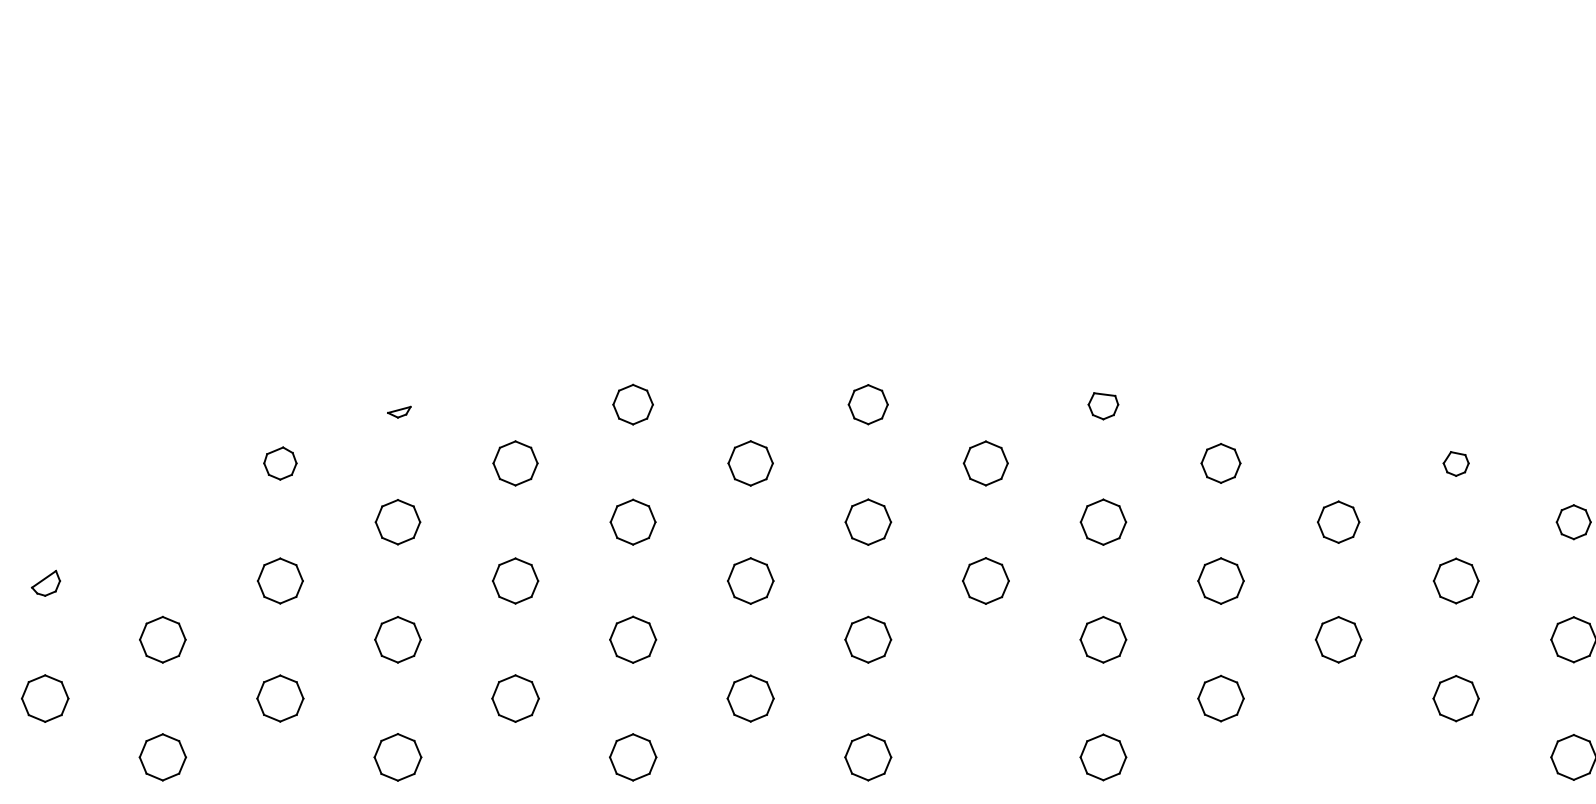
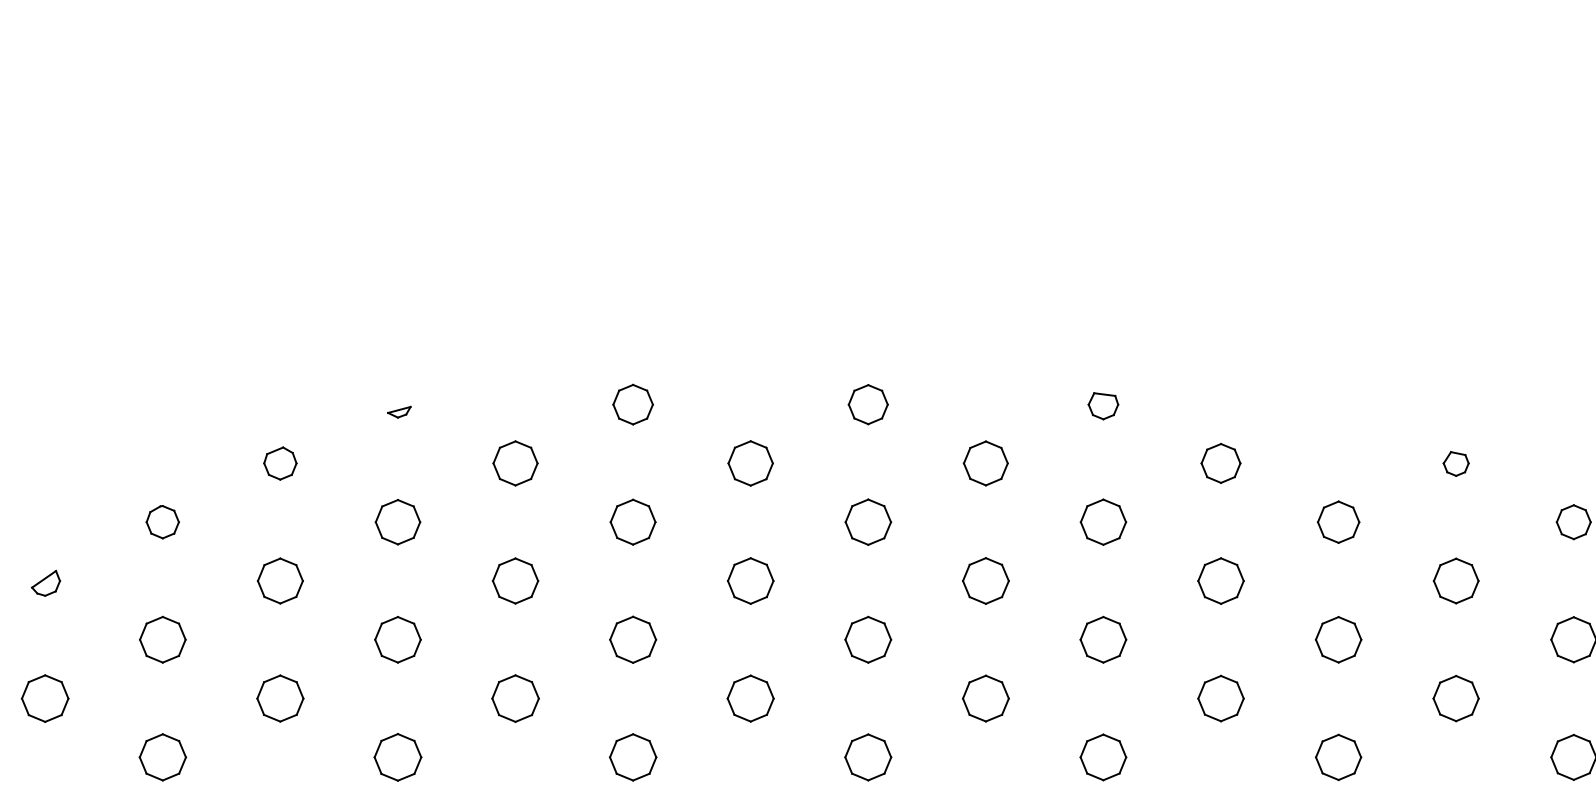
part at (162, 522): none -> present
part at (985, 698): none -> present
part at (1338, 757): none -> present
